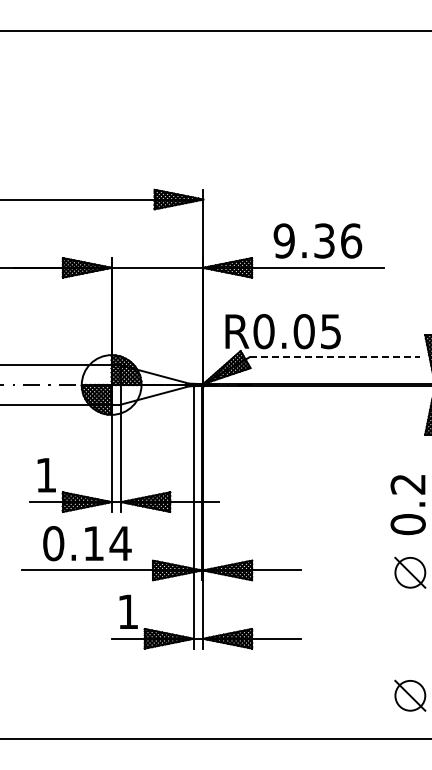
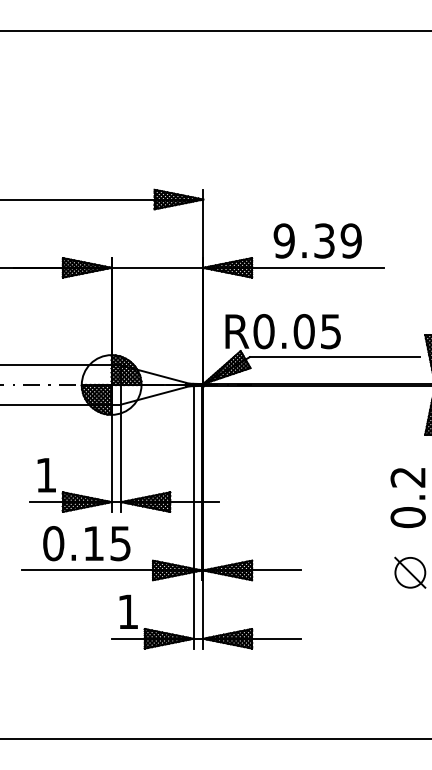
text at (351, 240): 9.36 -> 9.39
line at (335, 357): dashed -> solid
text at (407, 505) position: (407, 505) -> (407, 498)
text at (120, 543): 0.14 -> 0.15
part at (410, 695): present -> none
